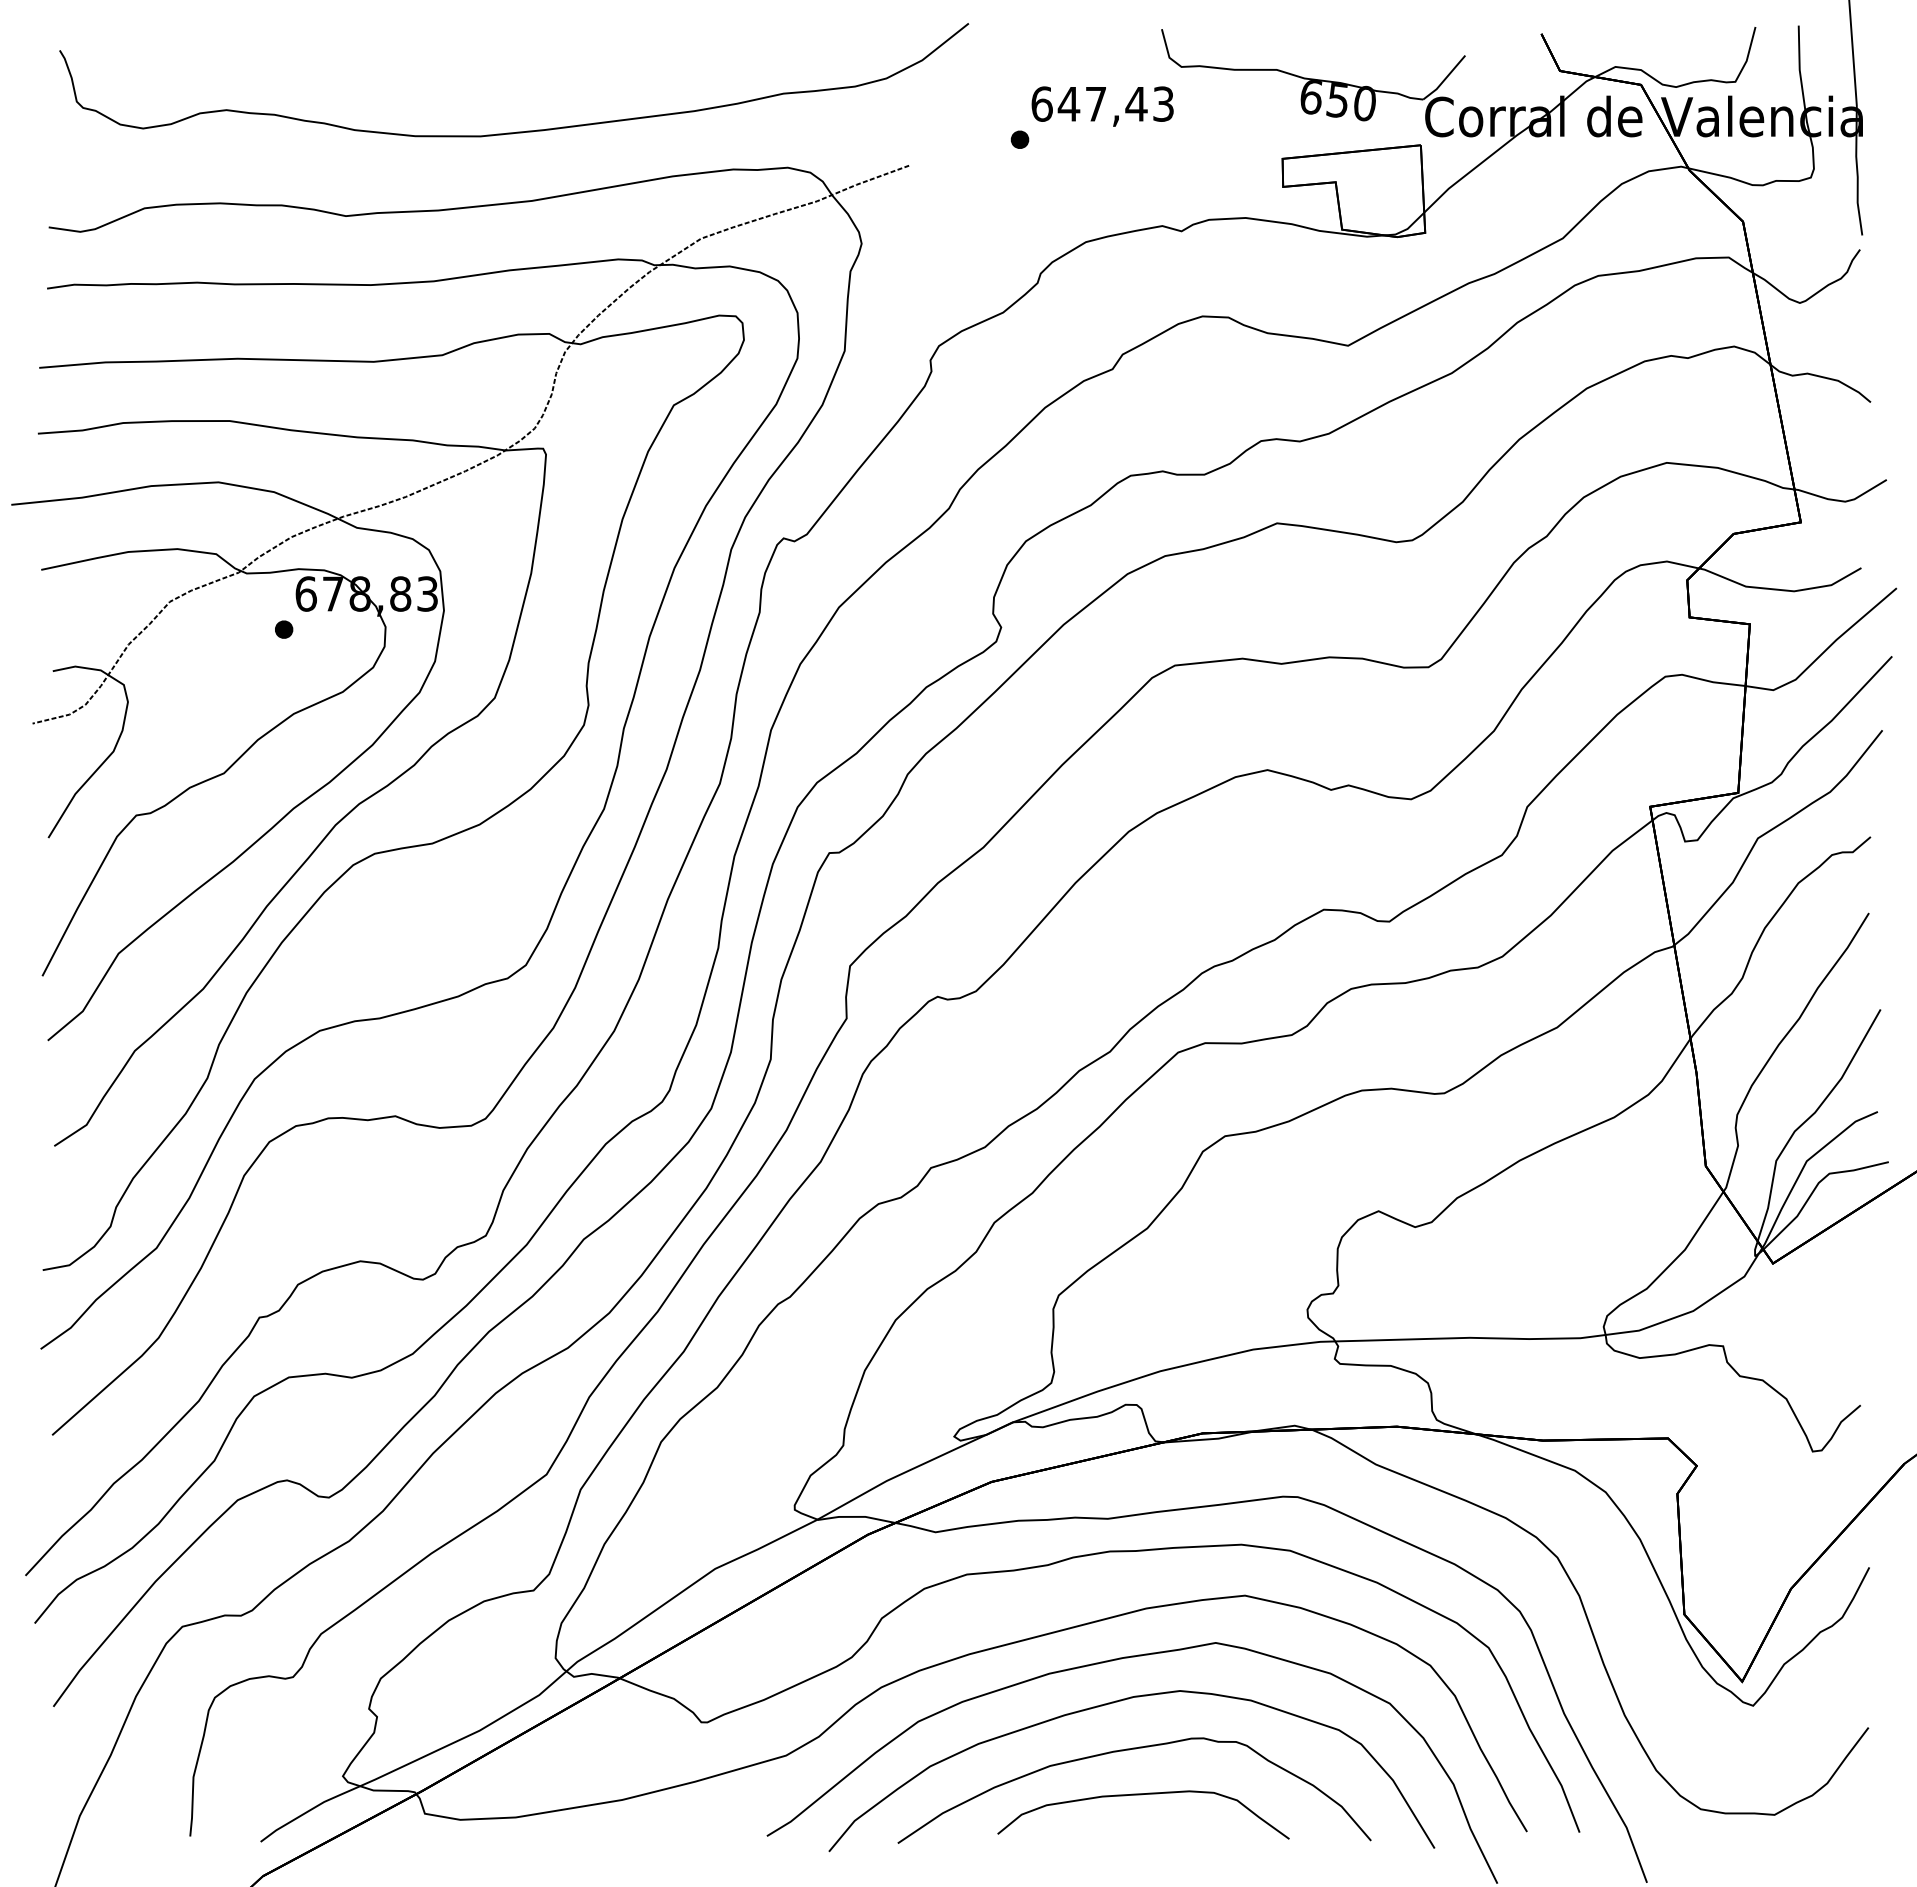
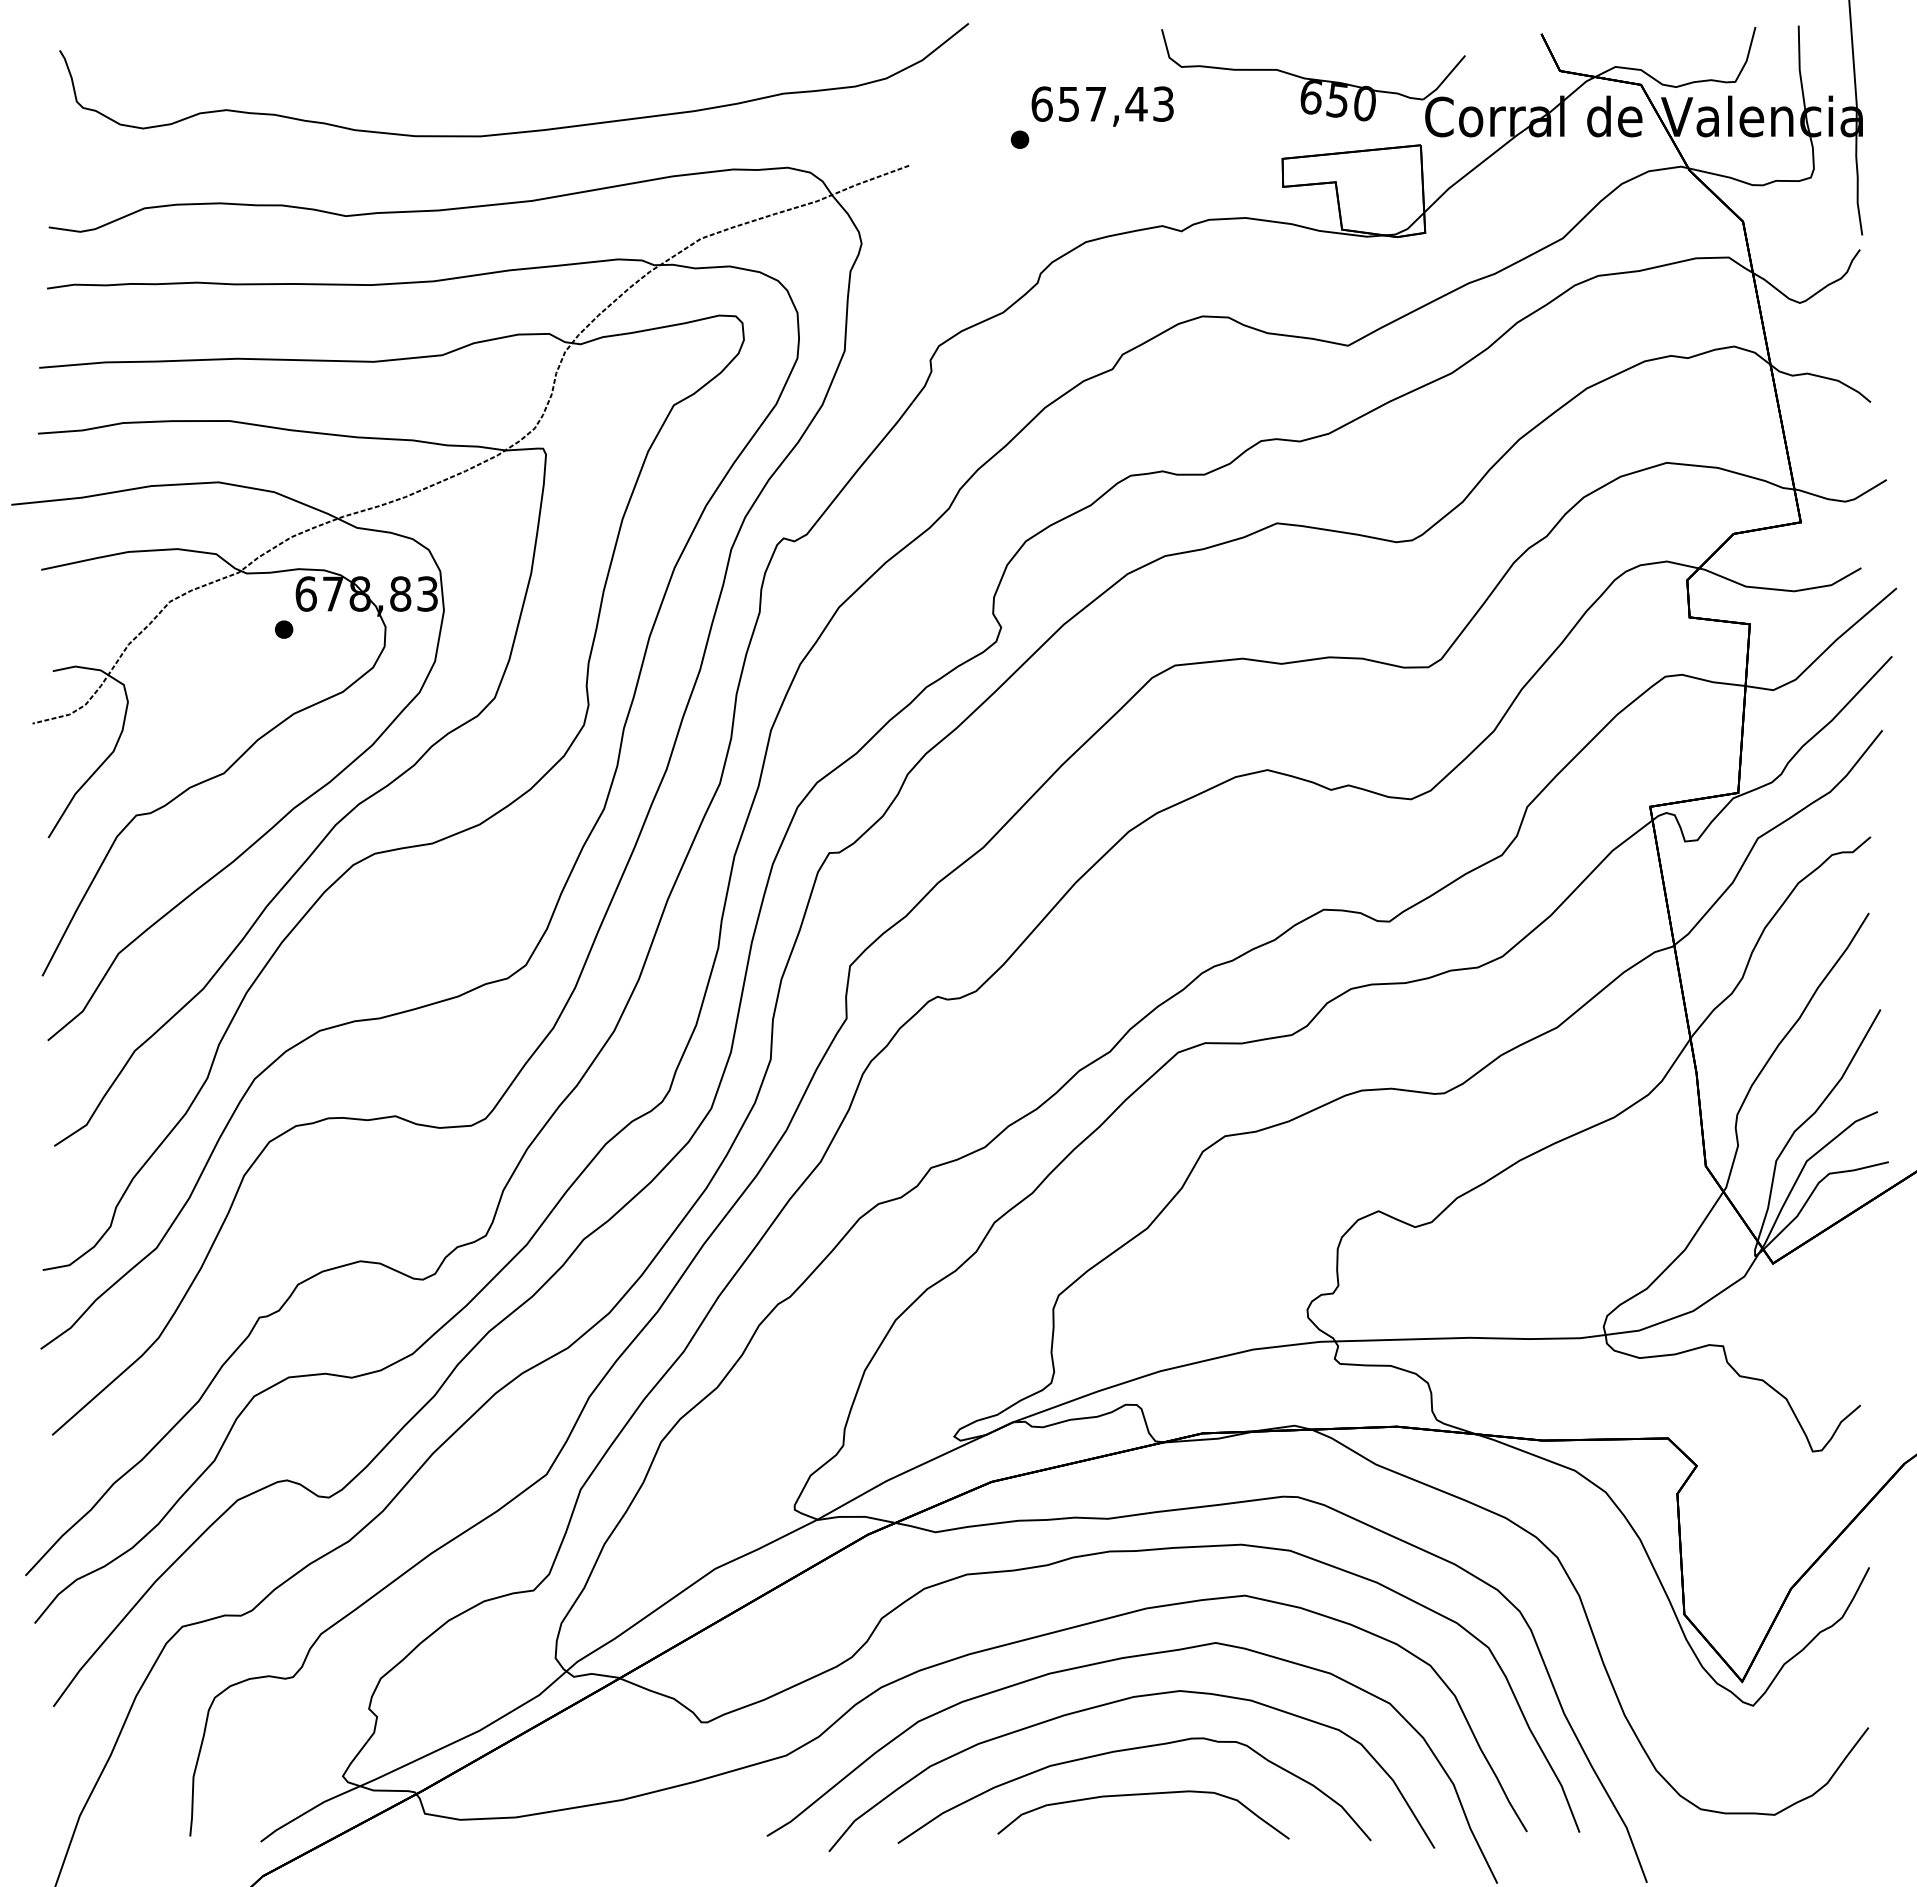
text at (1068, 104): 647,43 -> 657,43
